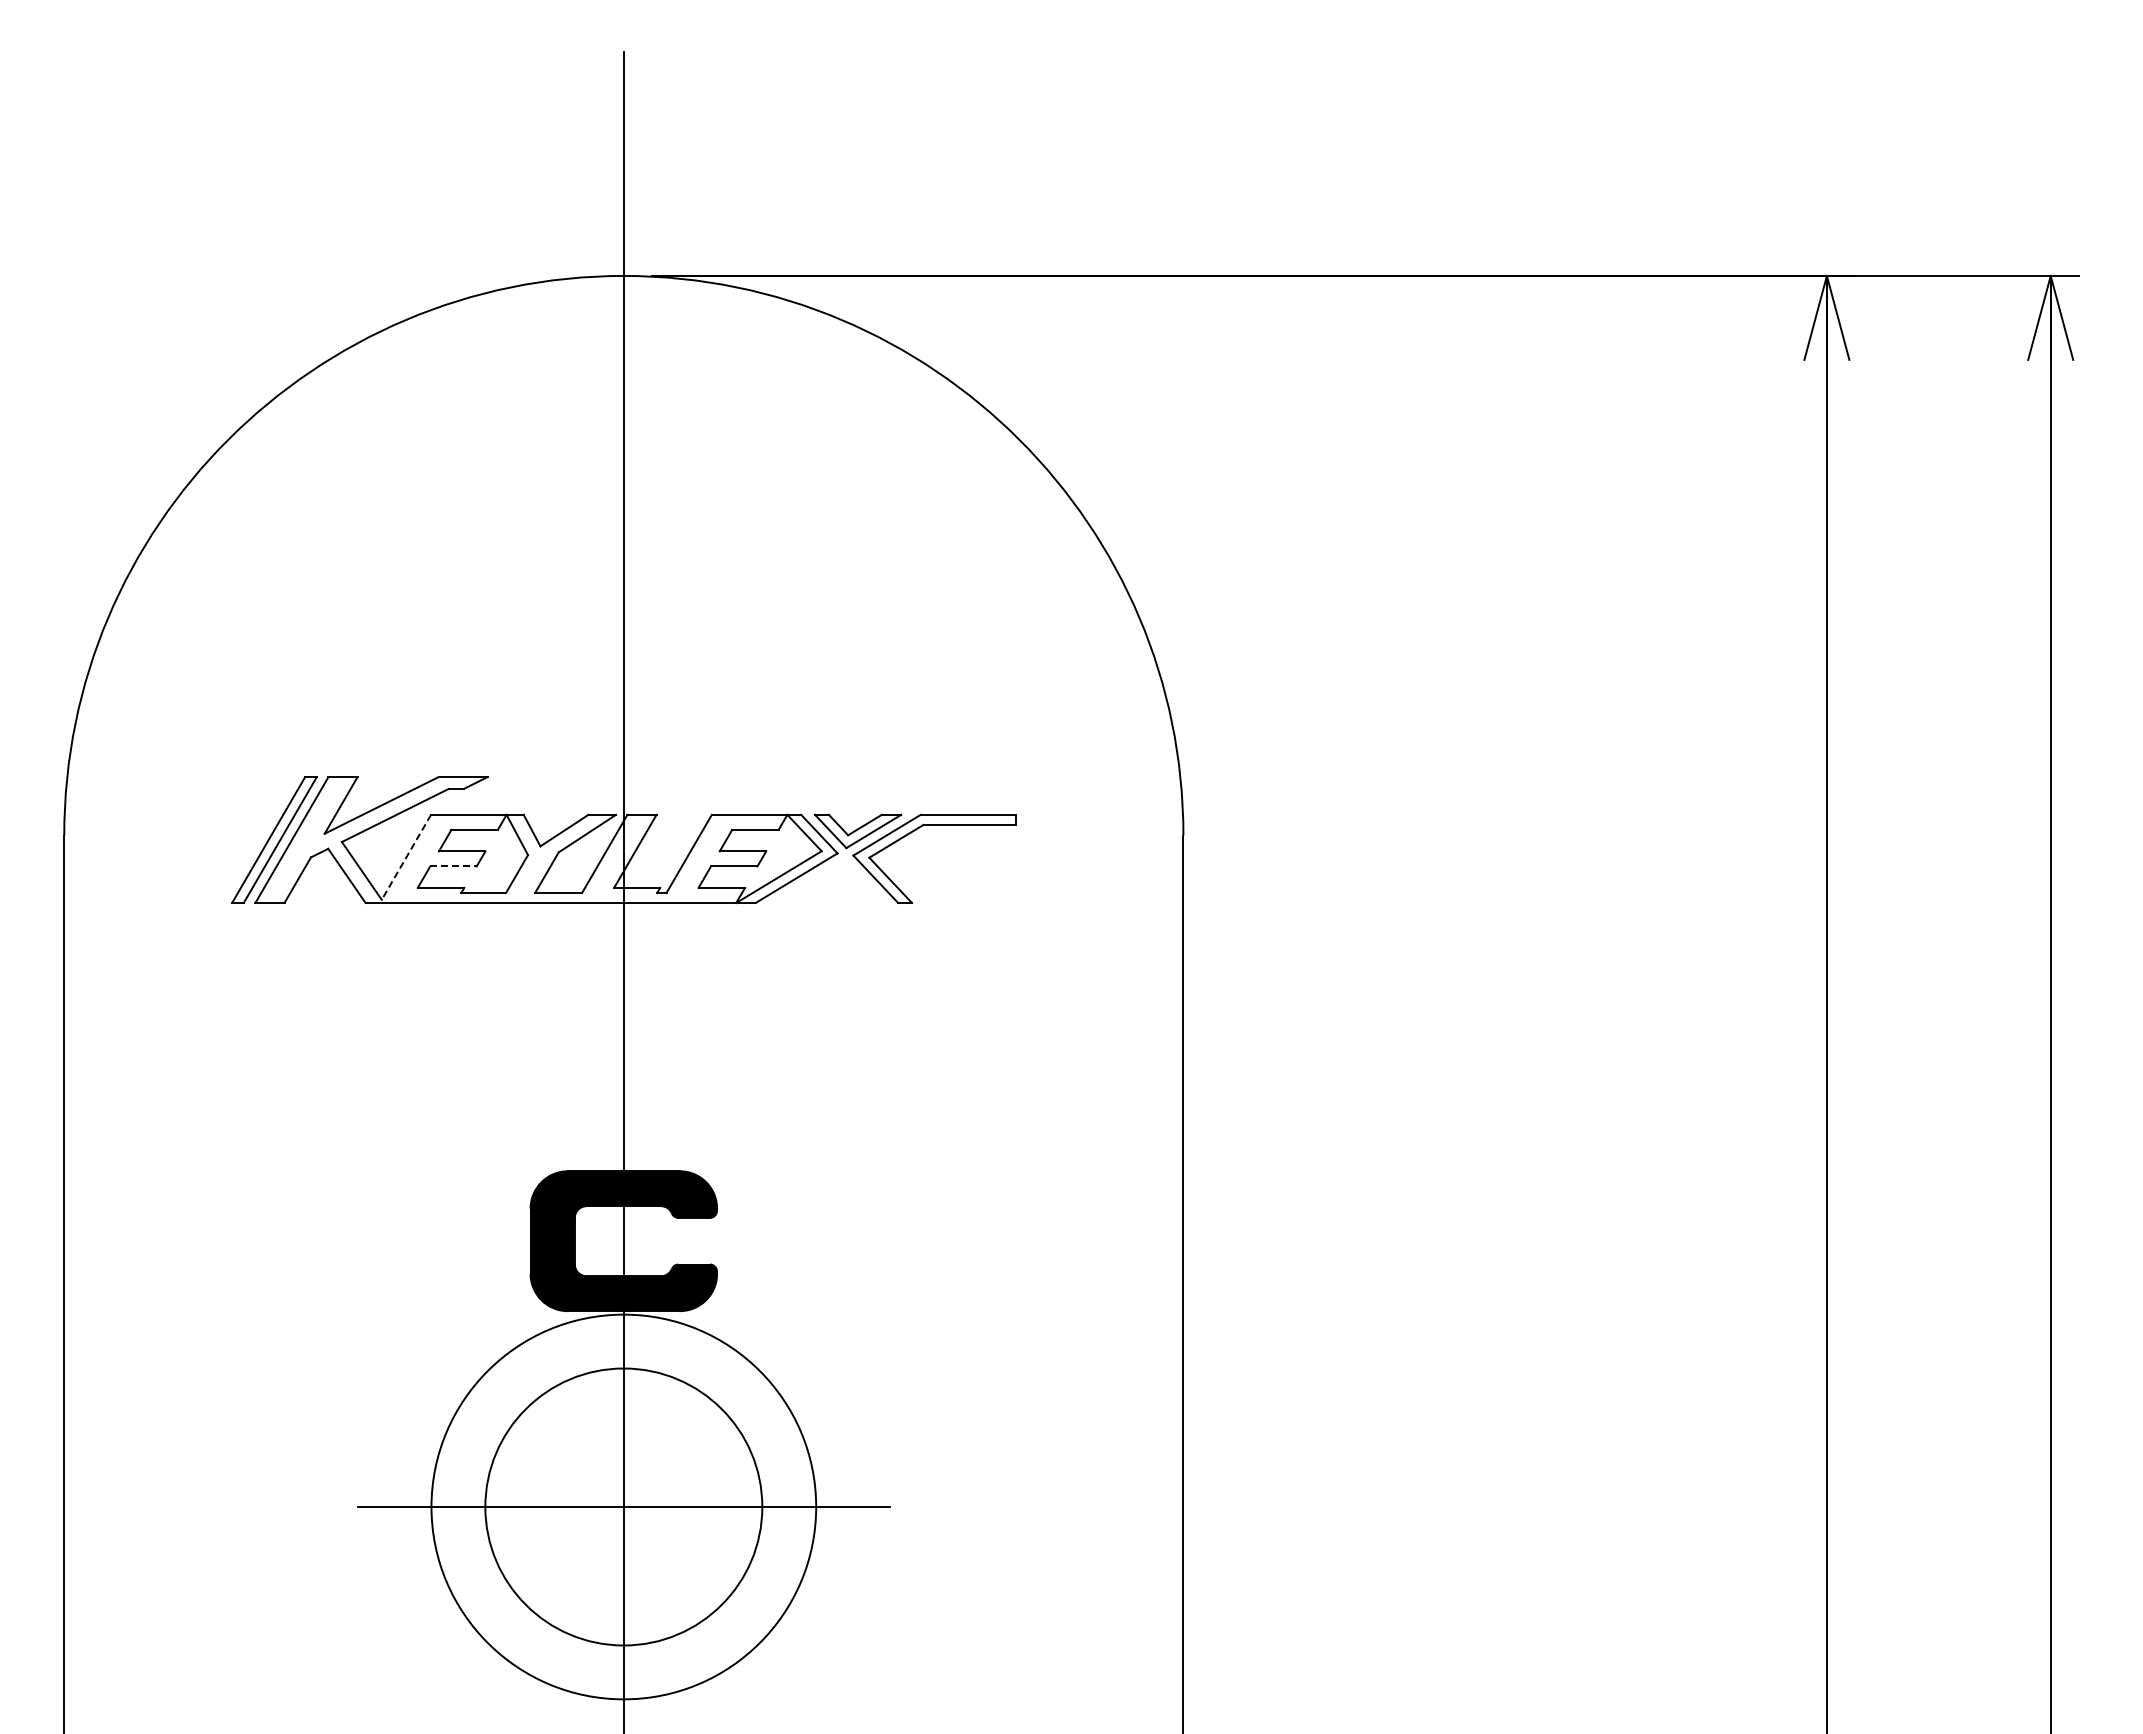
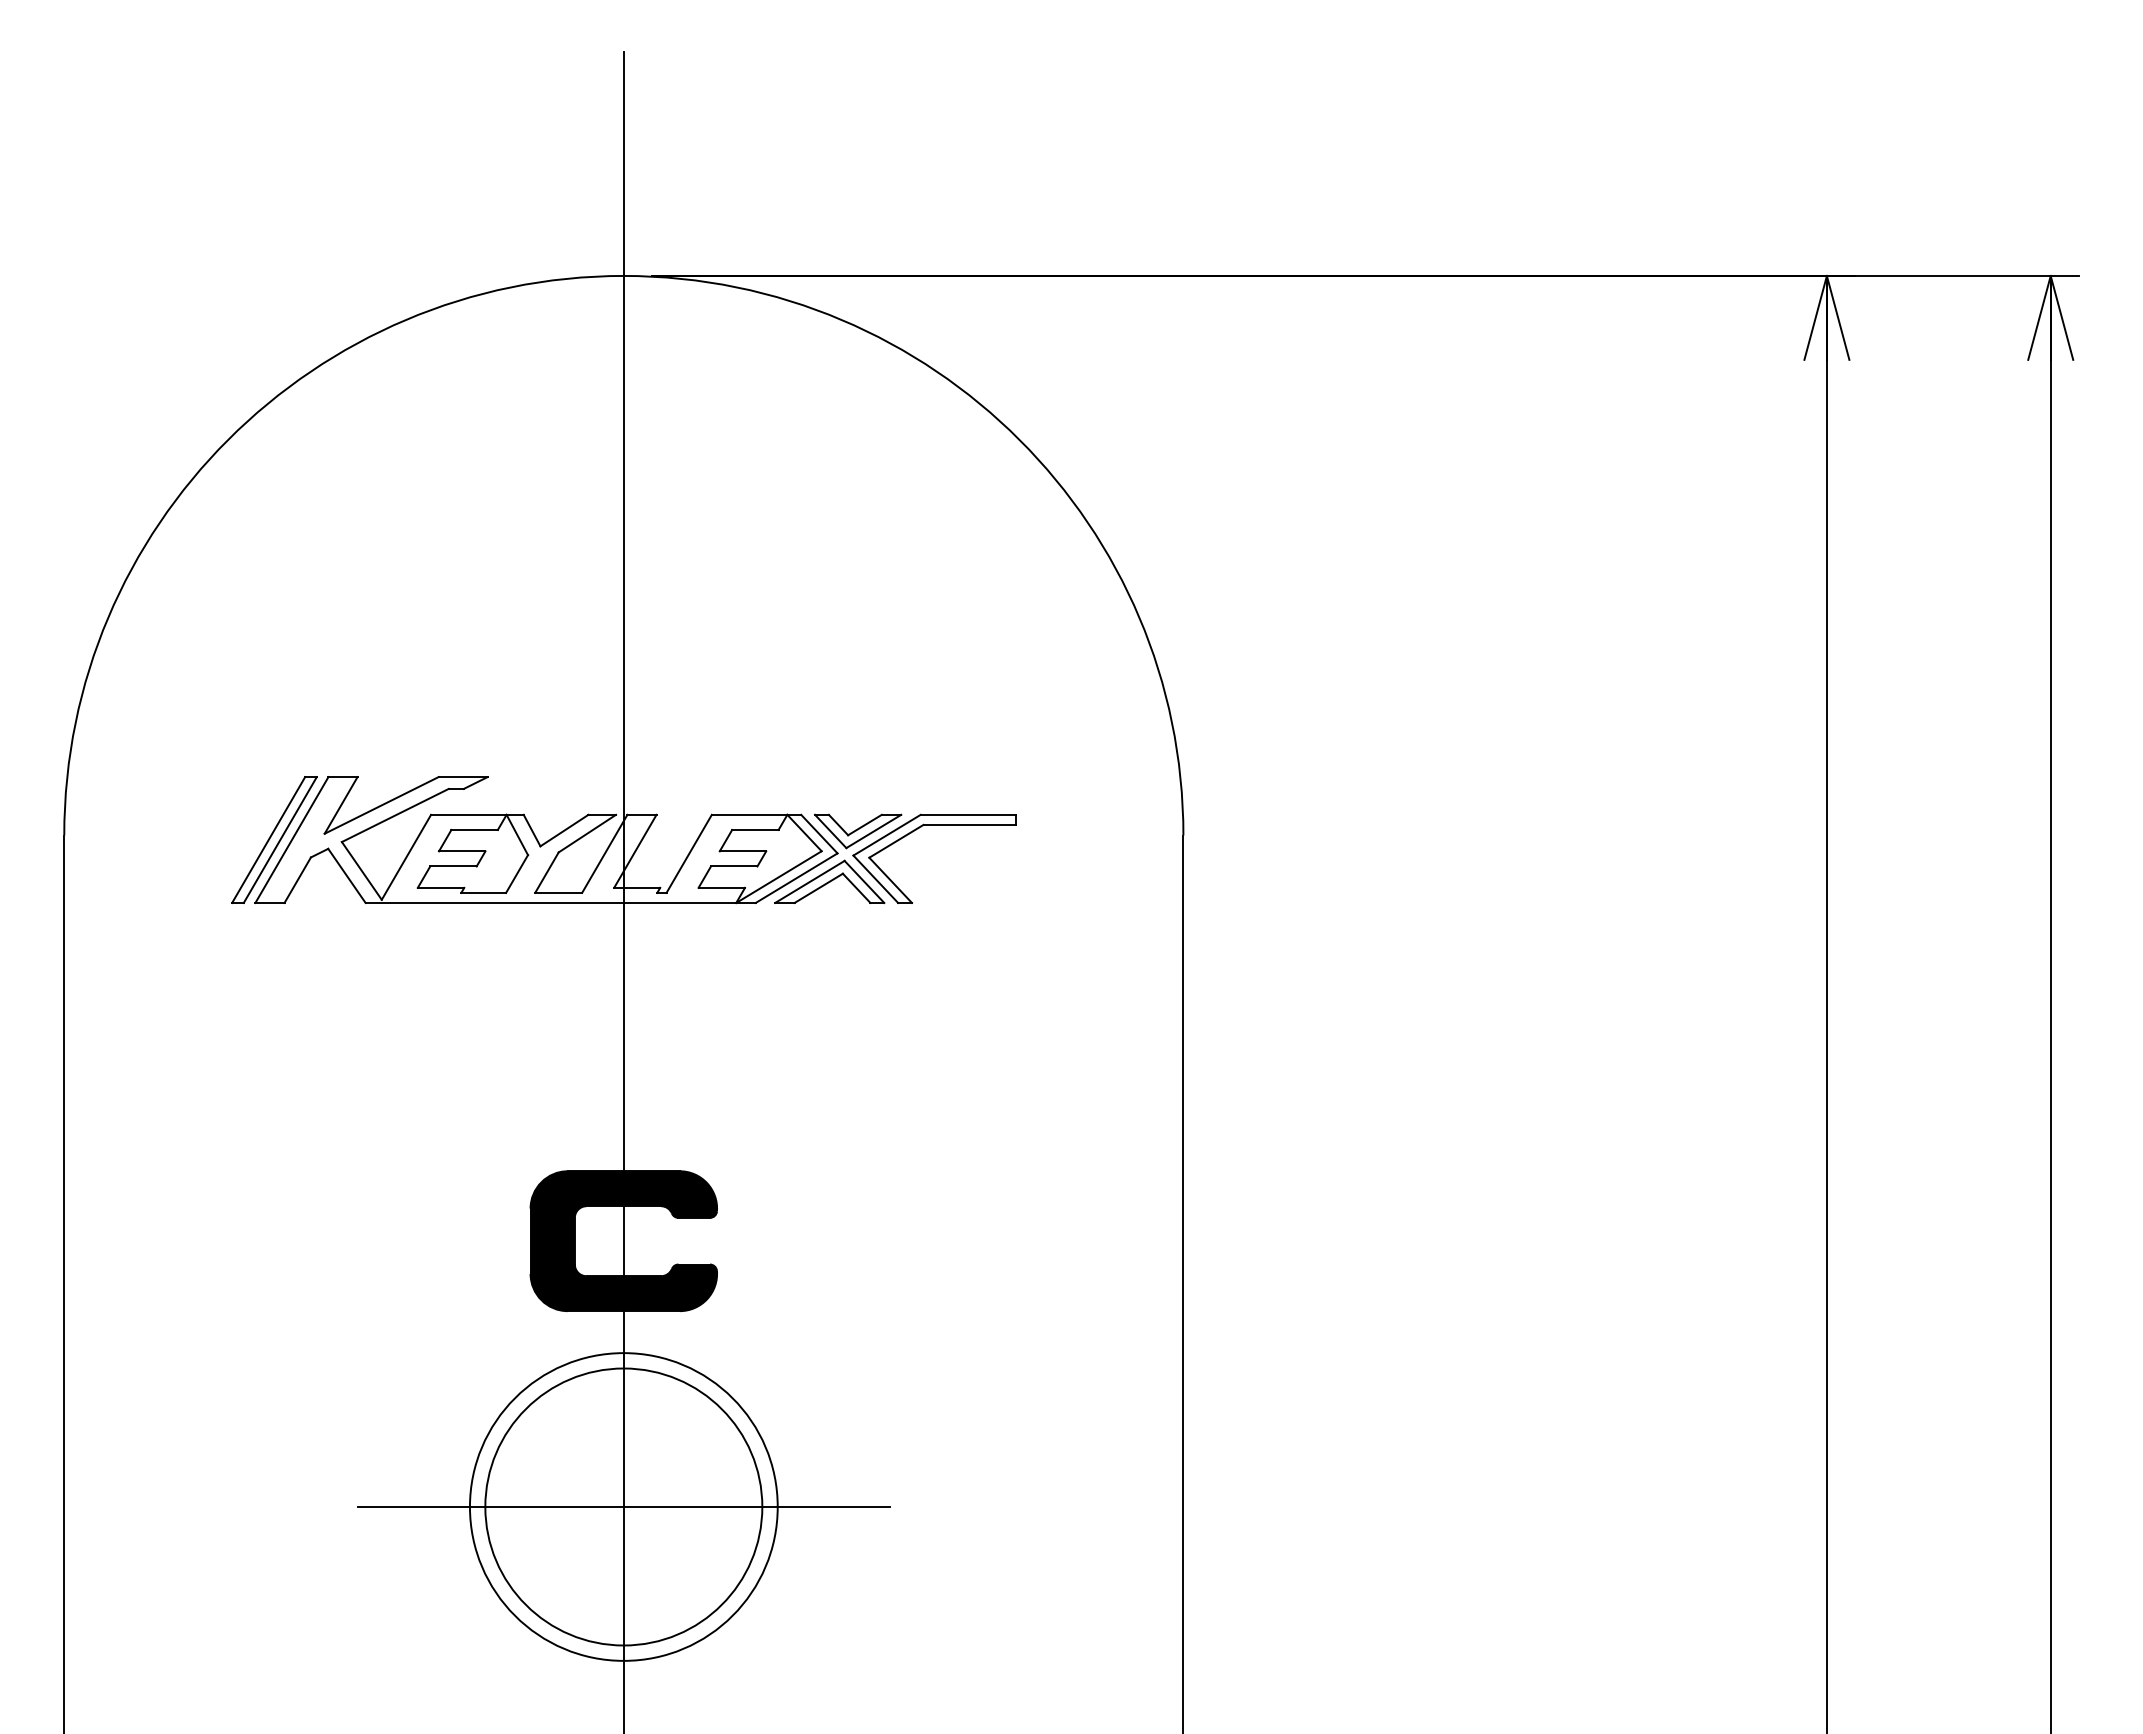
line at (406, 857): dashed -> solid
line at (453, 866): dashed -> solid
part at (829, 881): none -> present
circle at (623, 1506) diameter: 385 px -> 308 px
